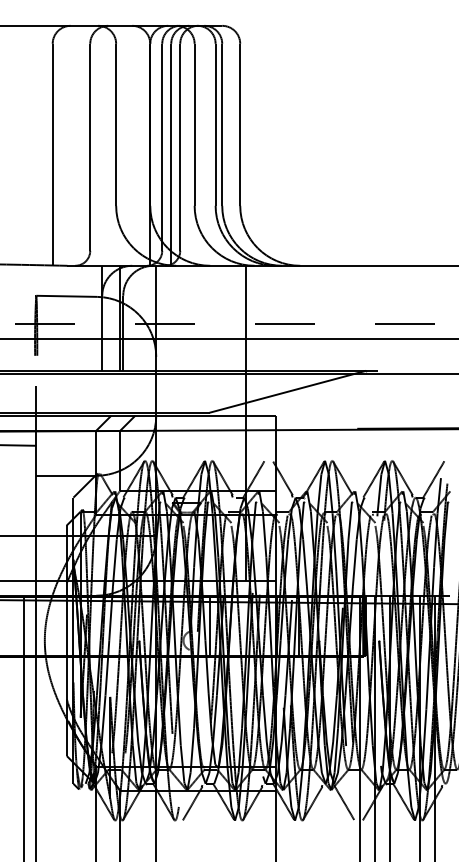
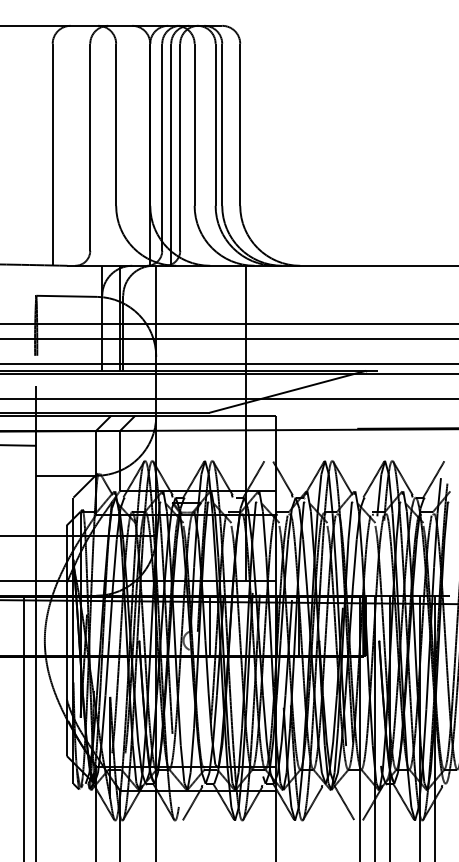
line at (229, 323): dashed -> solid
line at (228, 364): none -> present
line at (228, 398): none -> present
